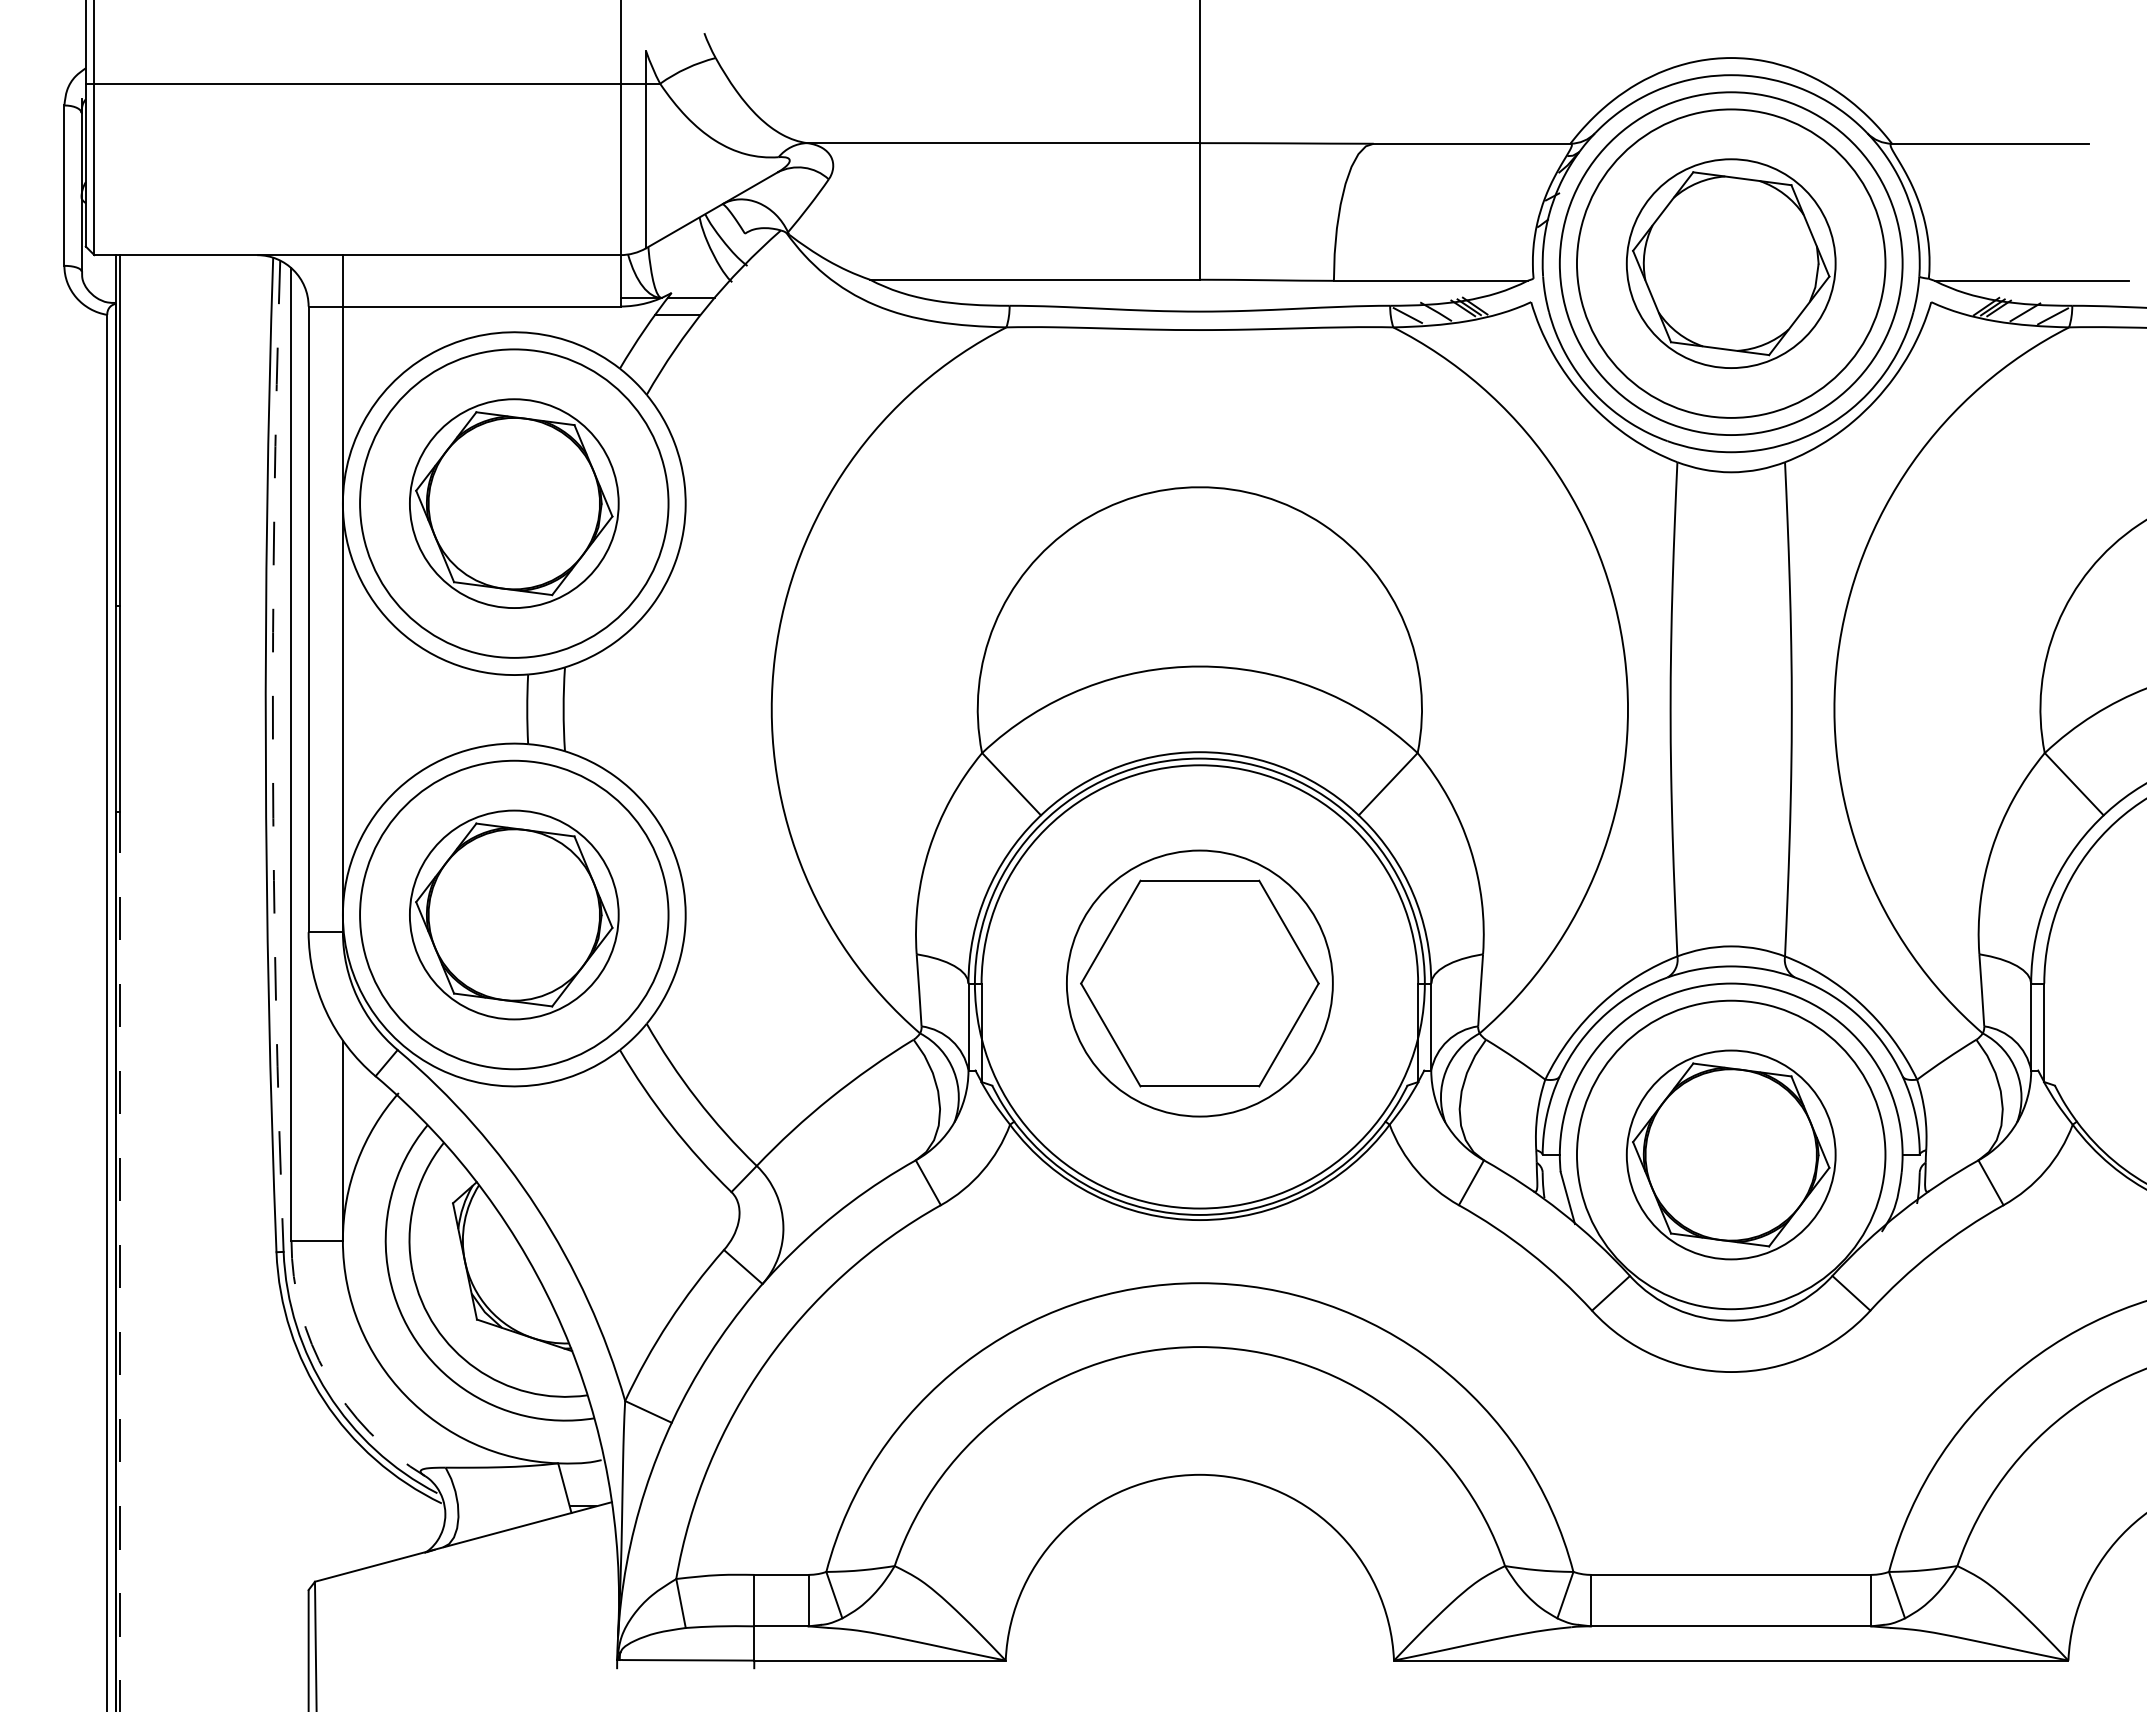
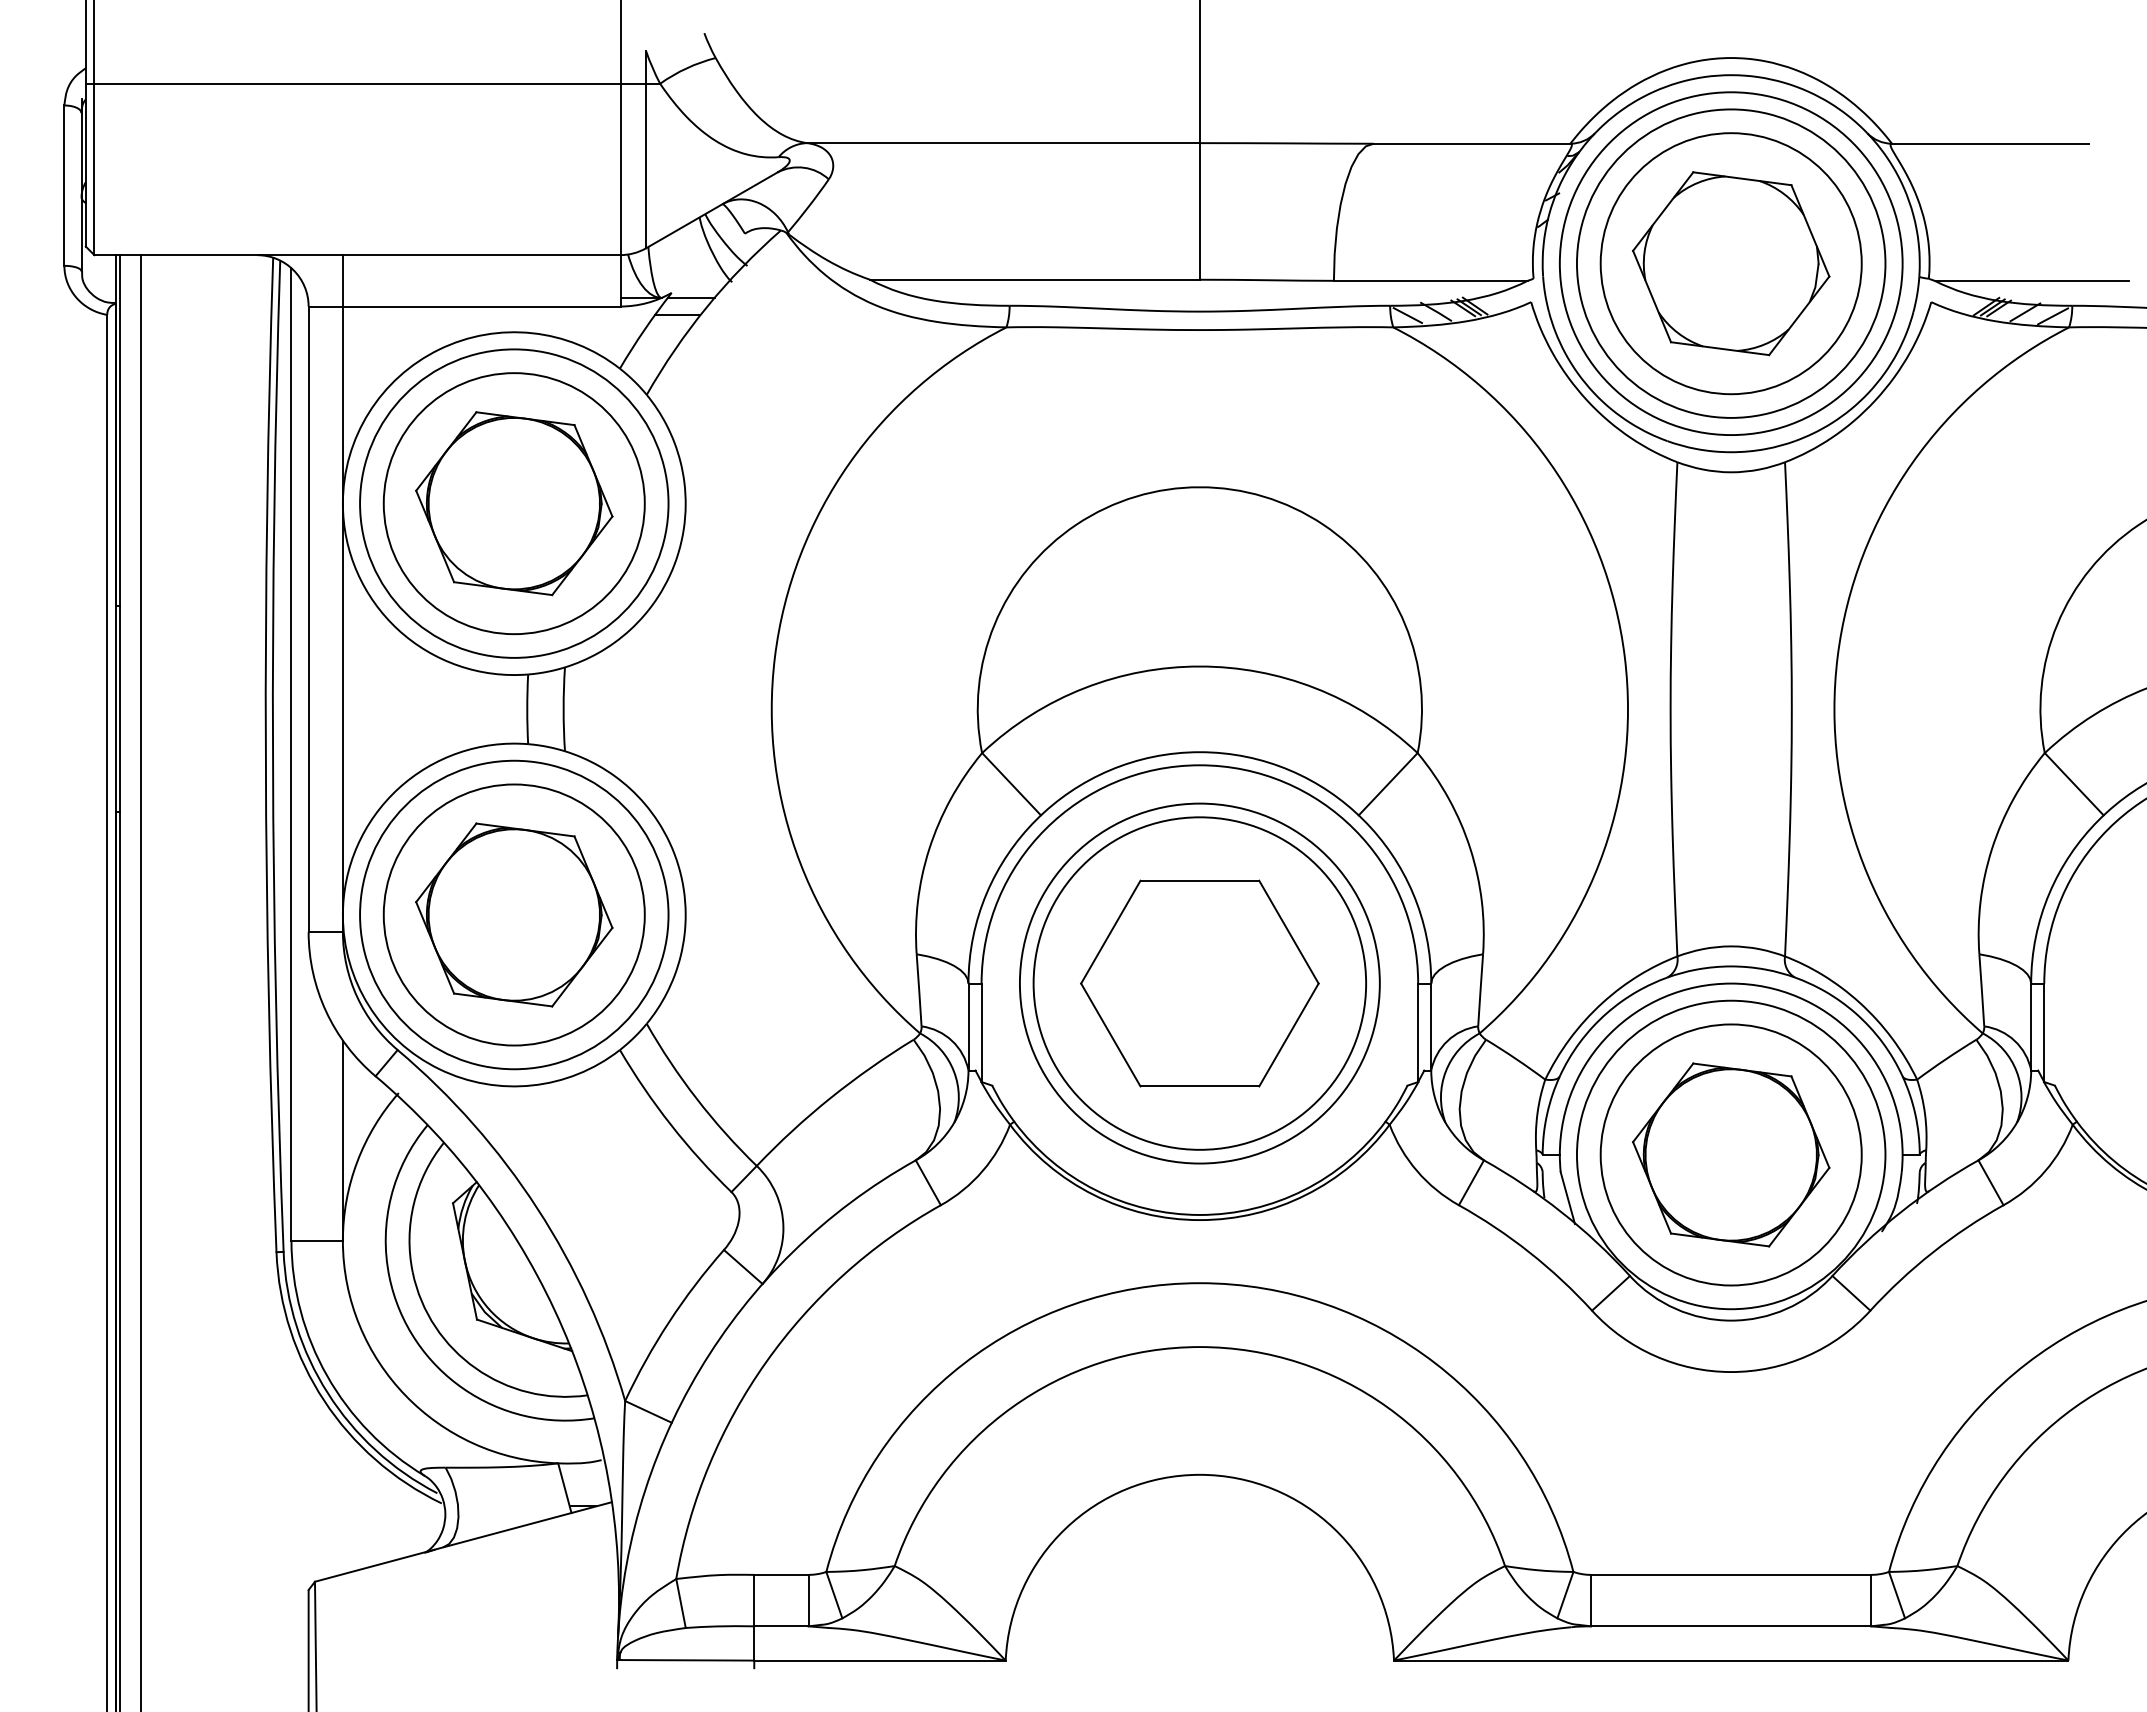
circle at (1730, 263) diameter: 209 px -> 261 px
circle at (513, 503) diameter: 209 px -> 261 px
arc at (272, 756): dashed -> solid
circle at (513, 914) diameter: 209 px -> 261 px
line at (140, 981): none -> present
circle at (1199, 983) diameter: 266 px -> 333 px
circle at (1199, 983) diameter: 450 px -> 360 px
circle at (1730, 1154) diameter: 209 px -> 261 px
line at (120, 1261): dashed -> solid
arc at (327, 1376): dashed -> solid
